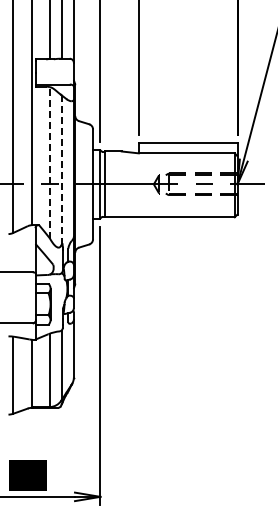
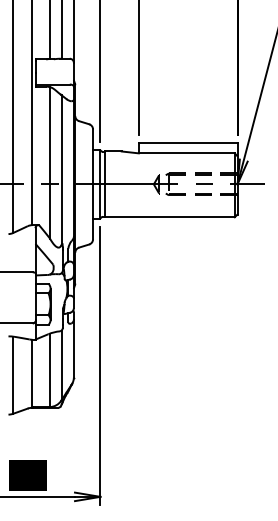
line at (49, 162): dashed -> solid
line at (61, 170): dashed -> solid
